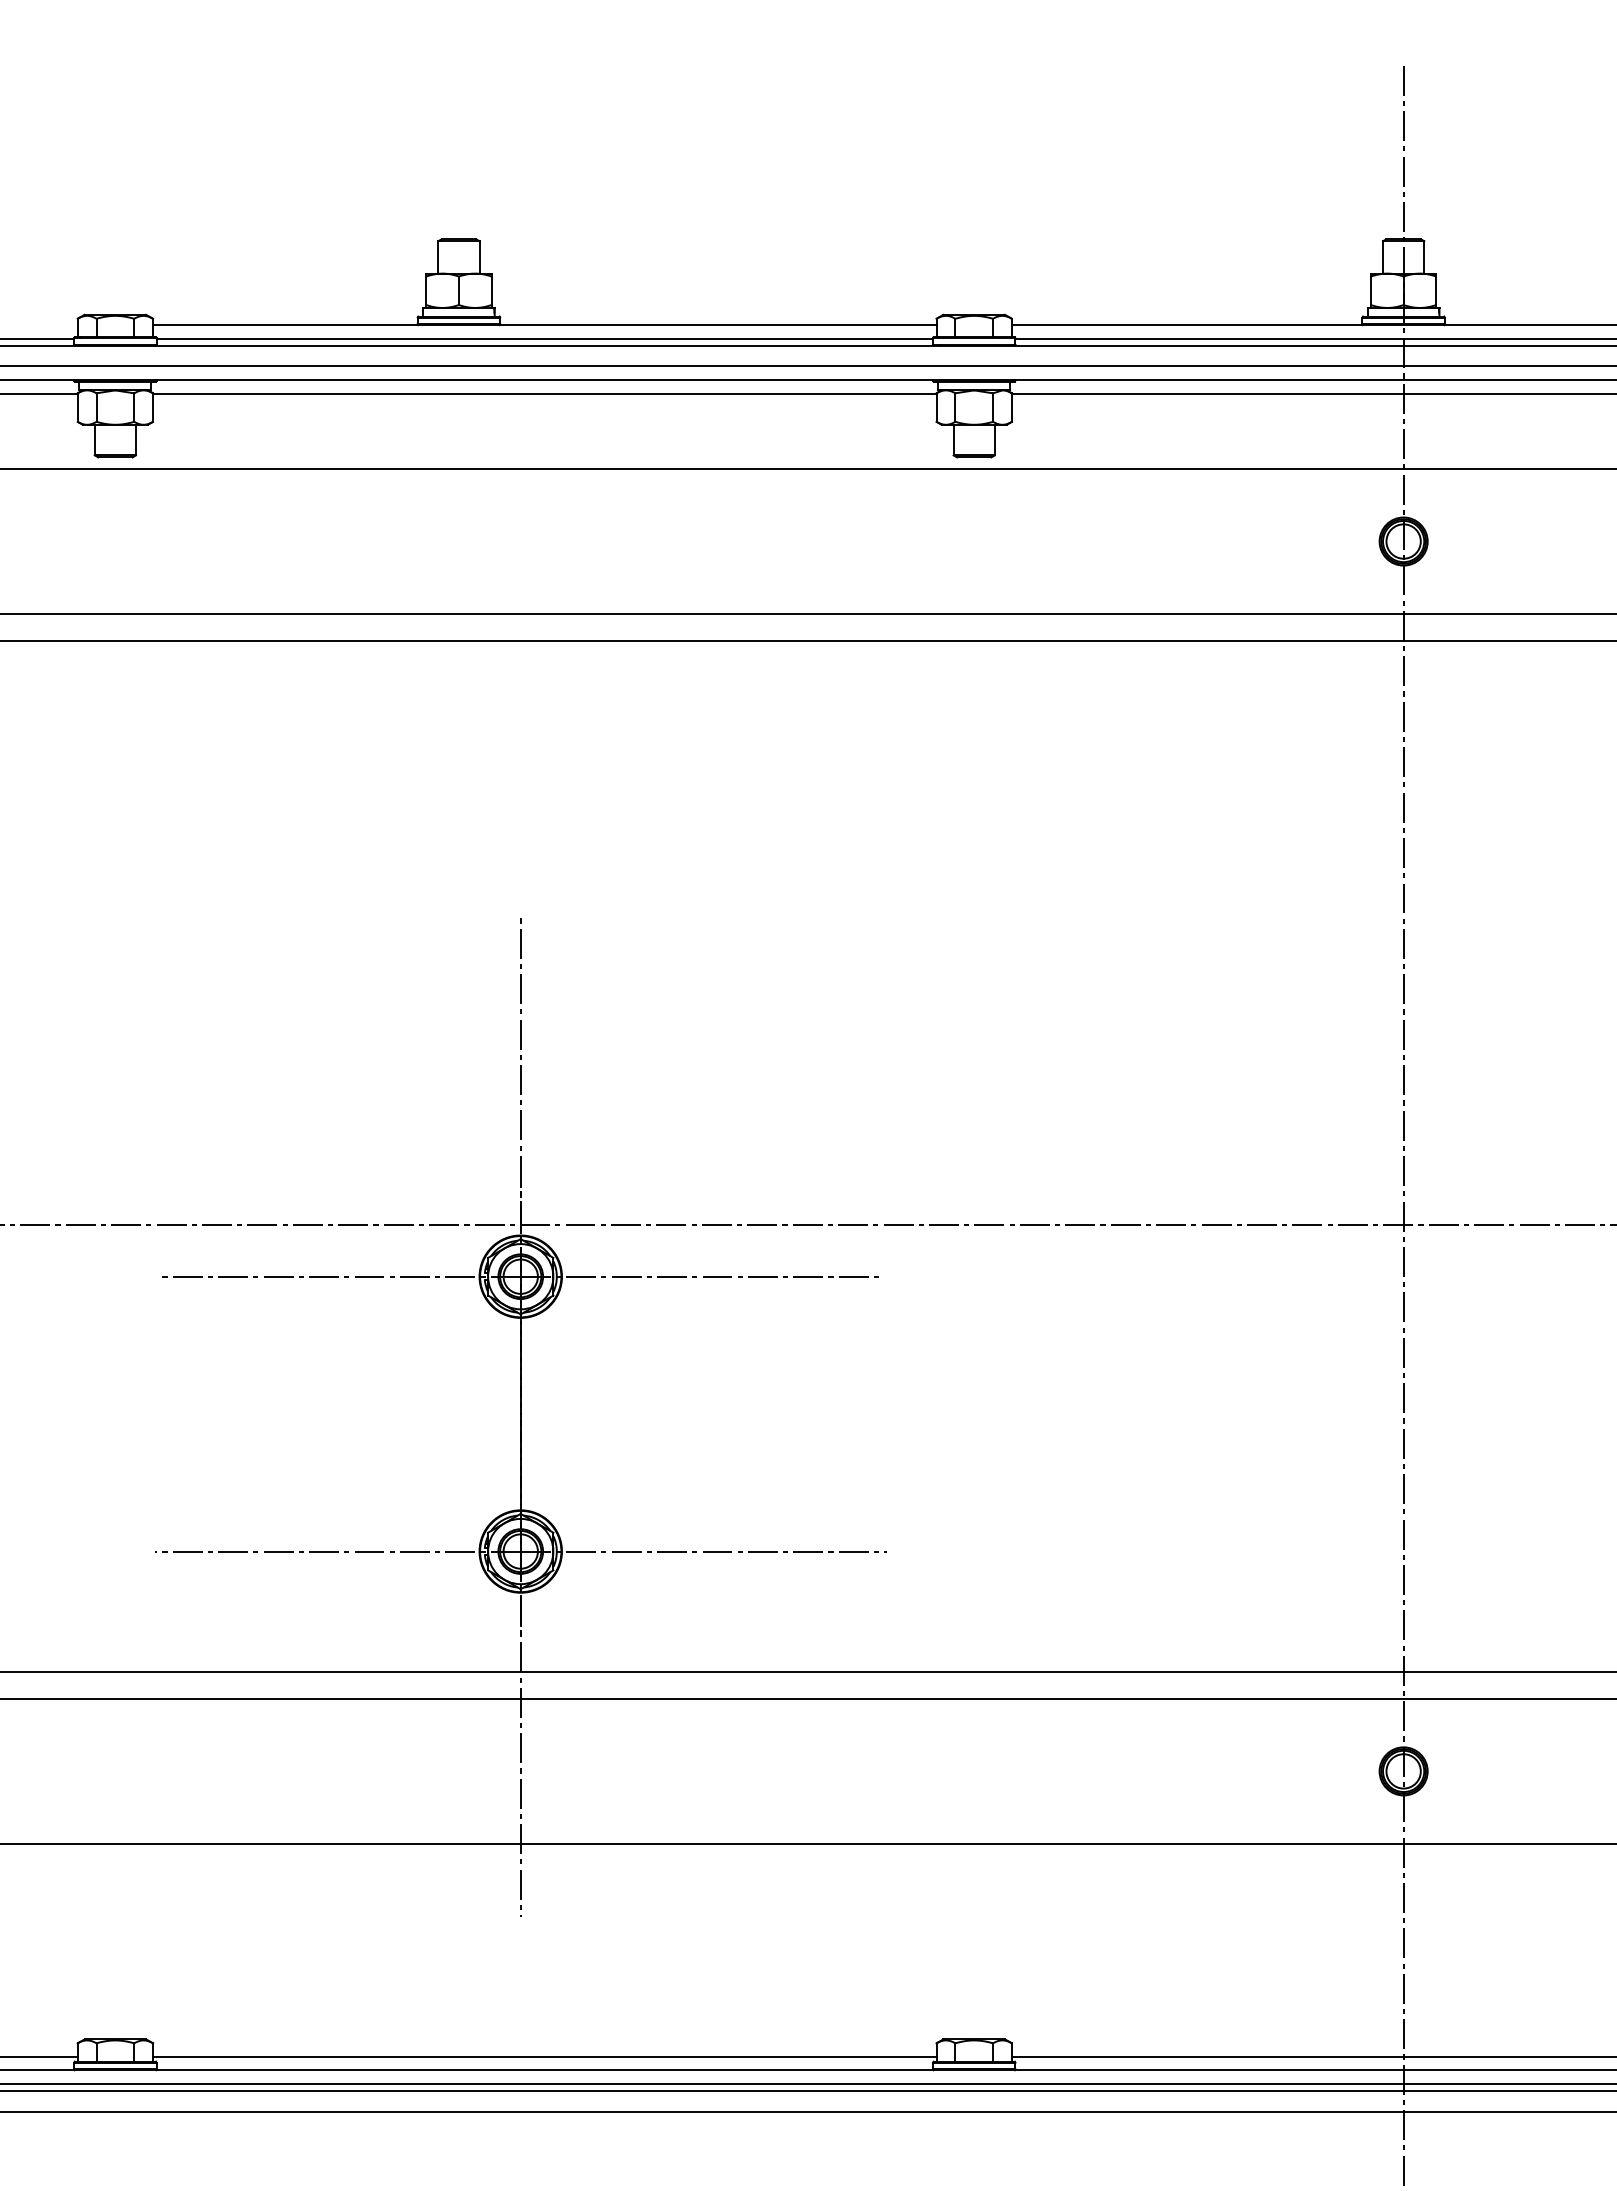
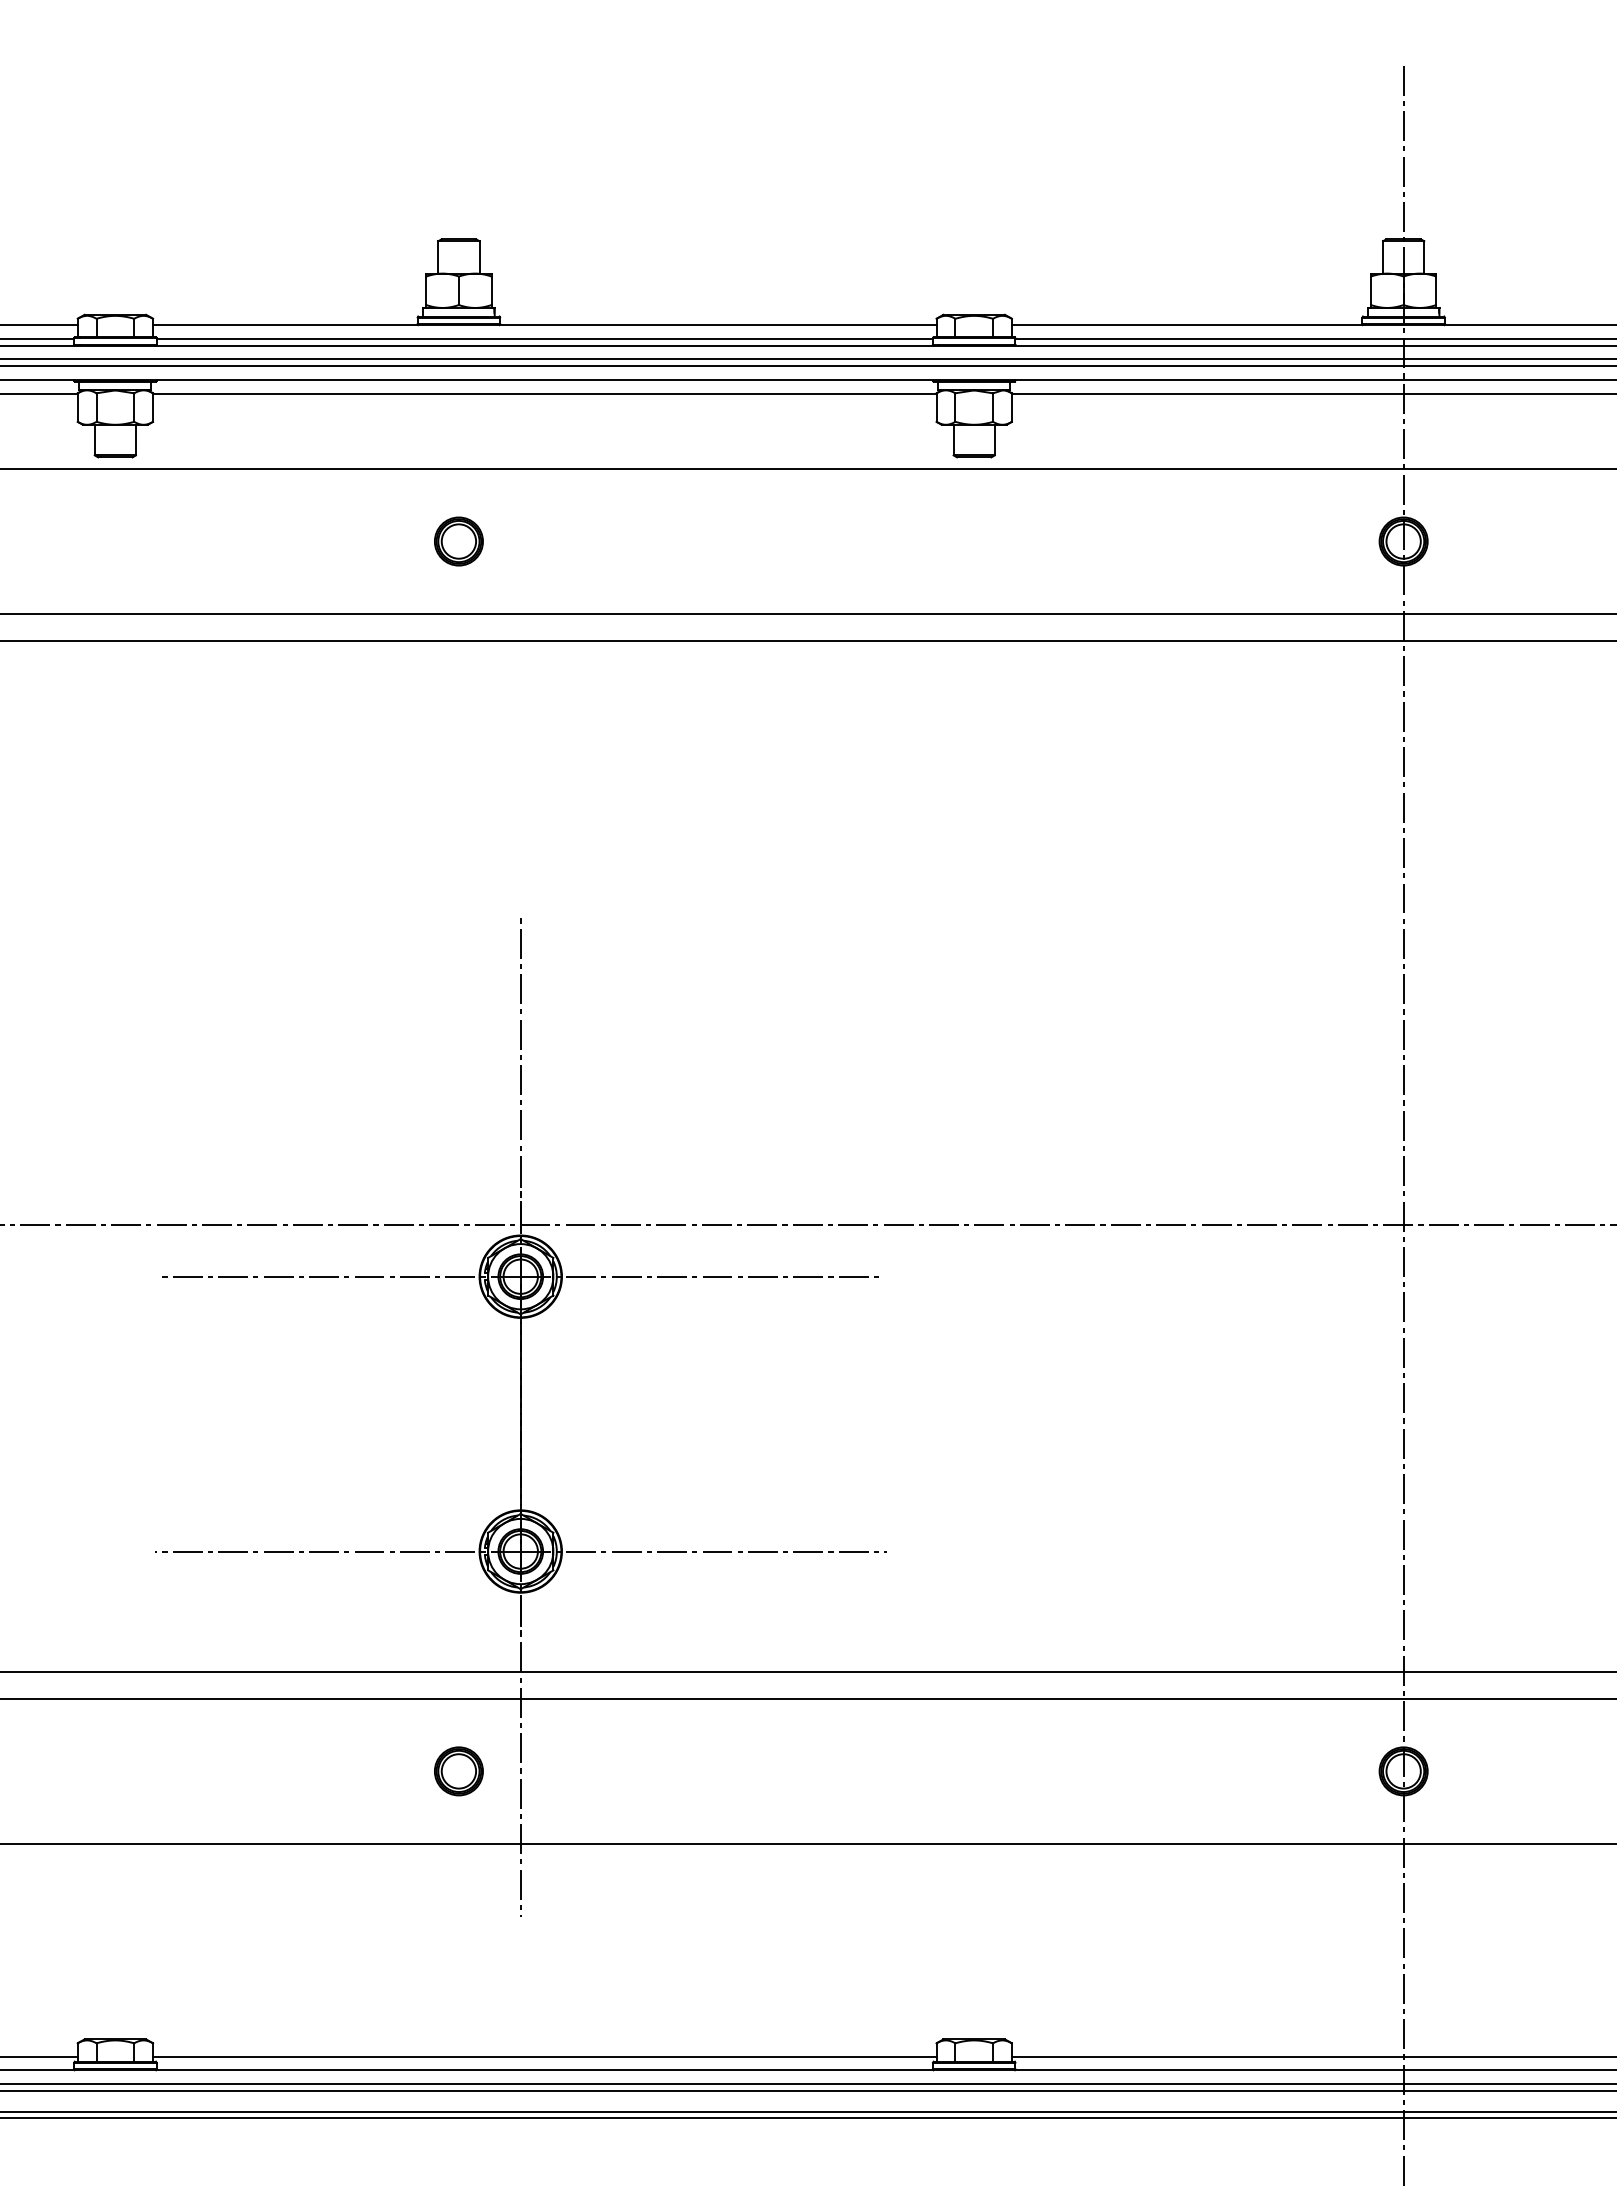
line at (39, 325): none -> present
line at (807, 359): none -> present
part at (458, 541): none -> present
part at (458, 1771): none -> present
line at (807, 2118): none -> present
